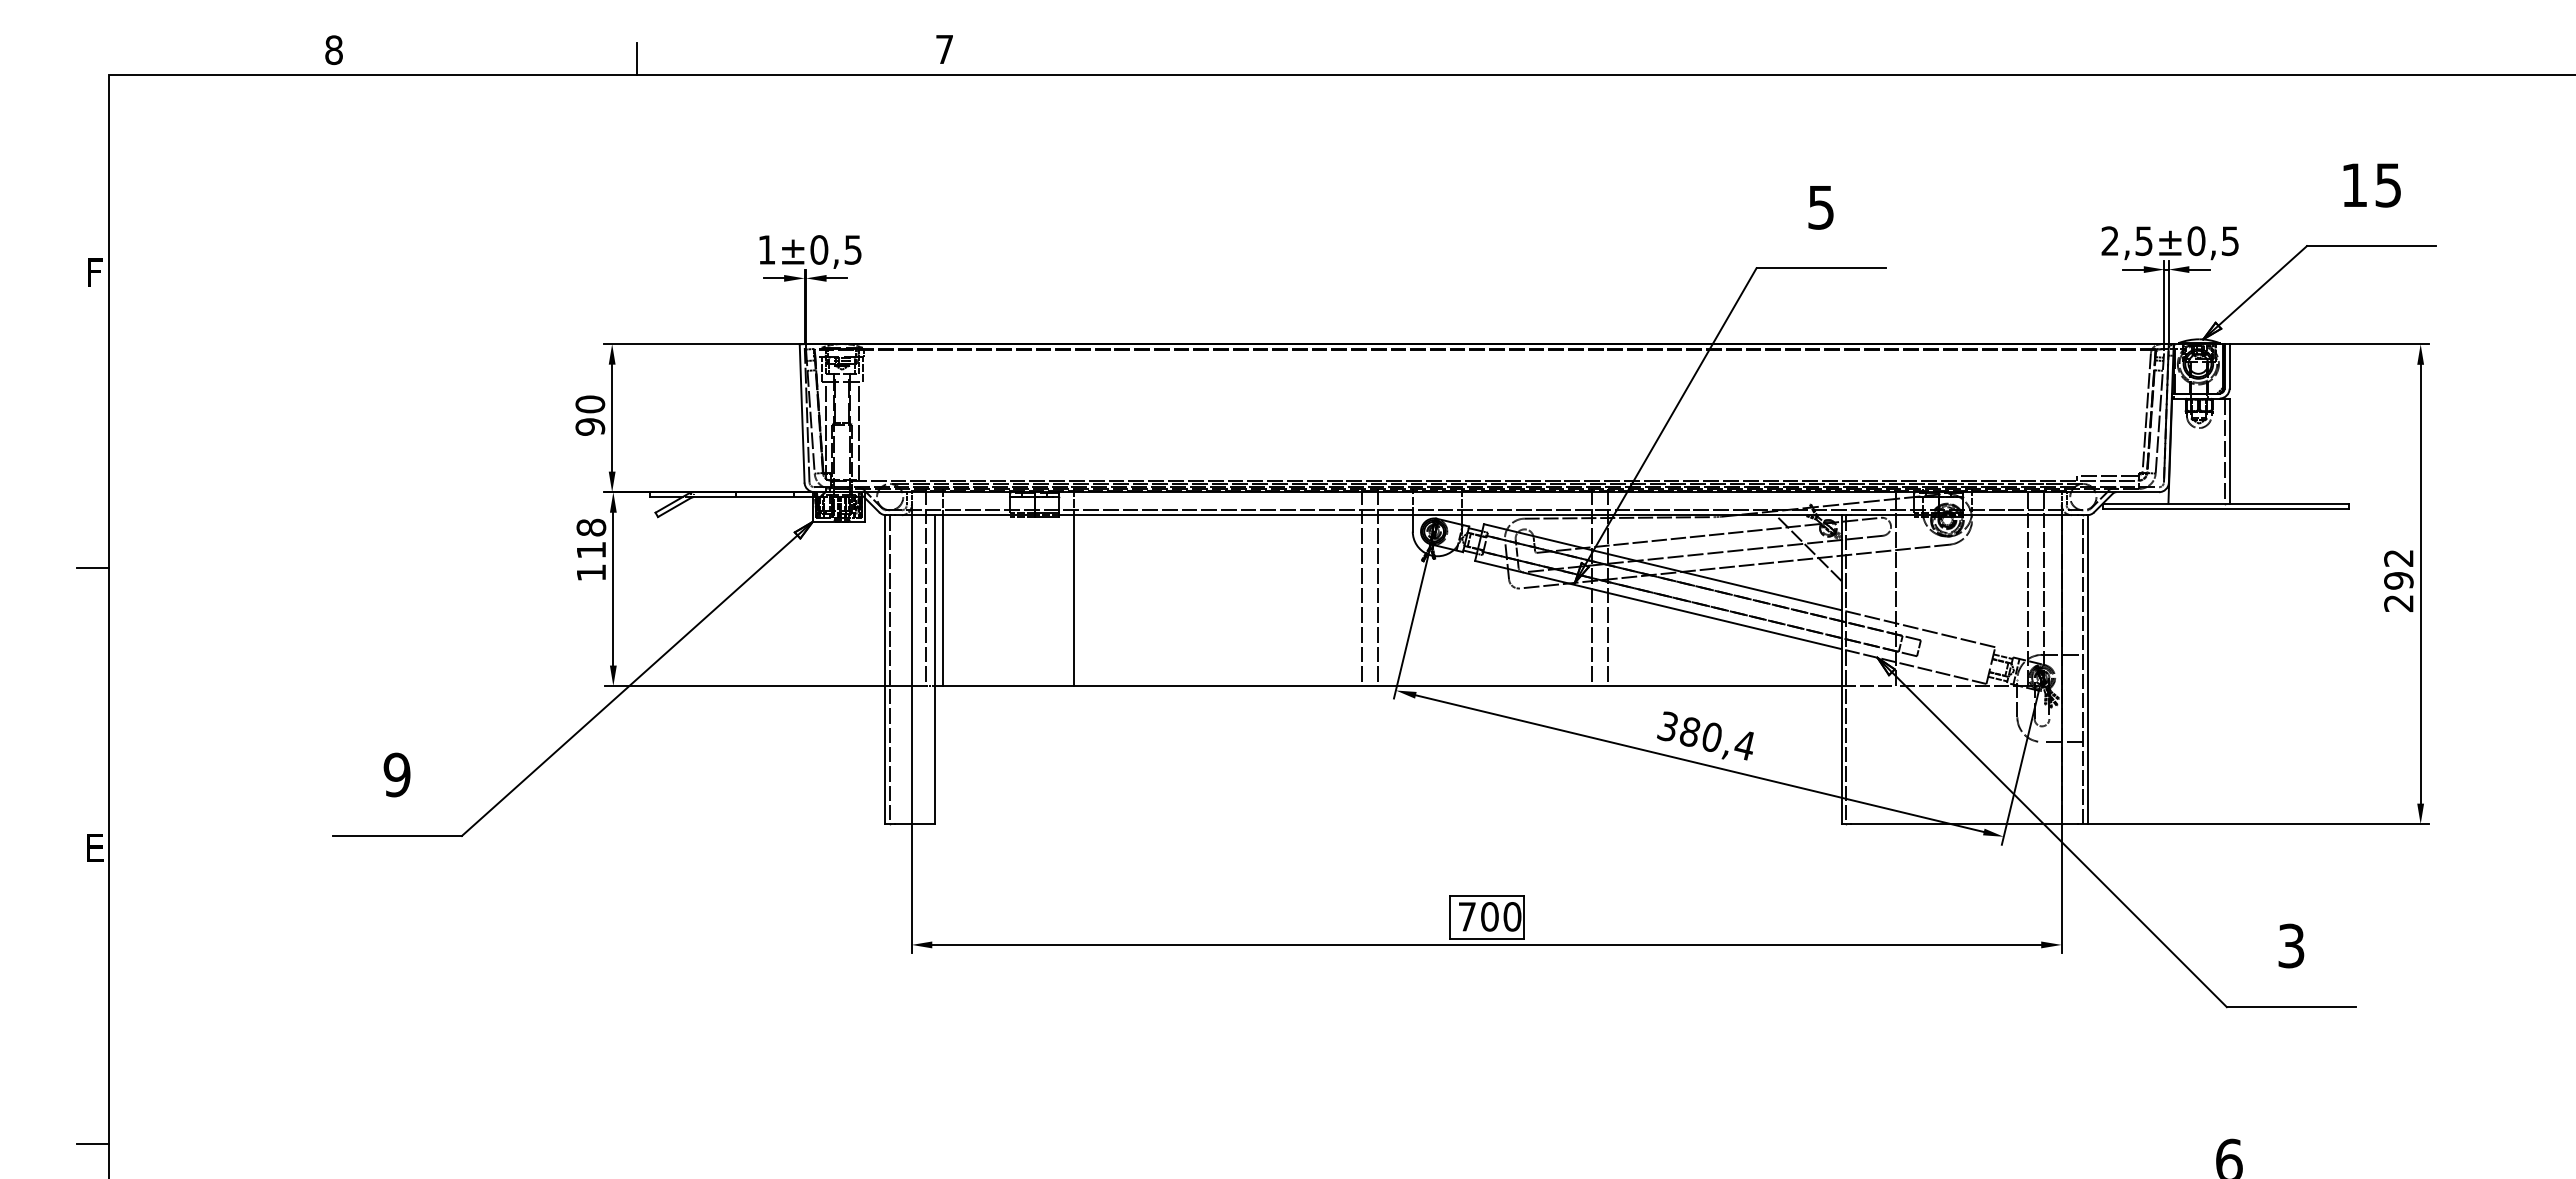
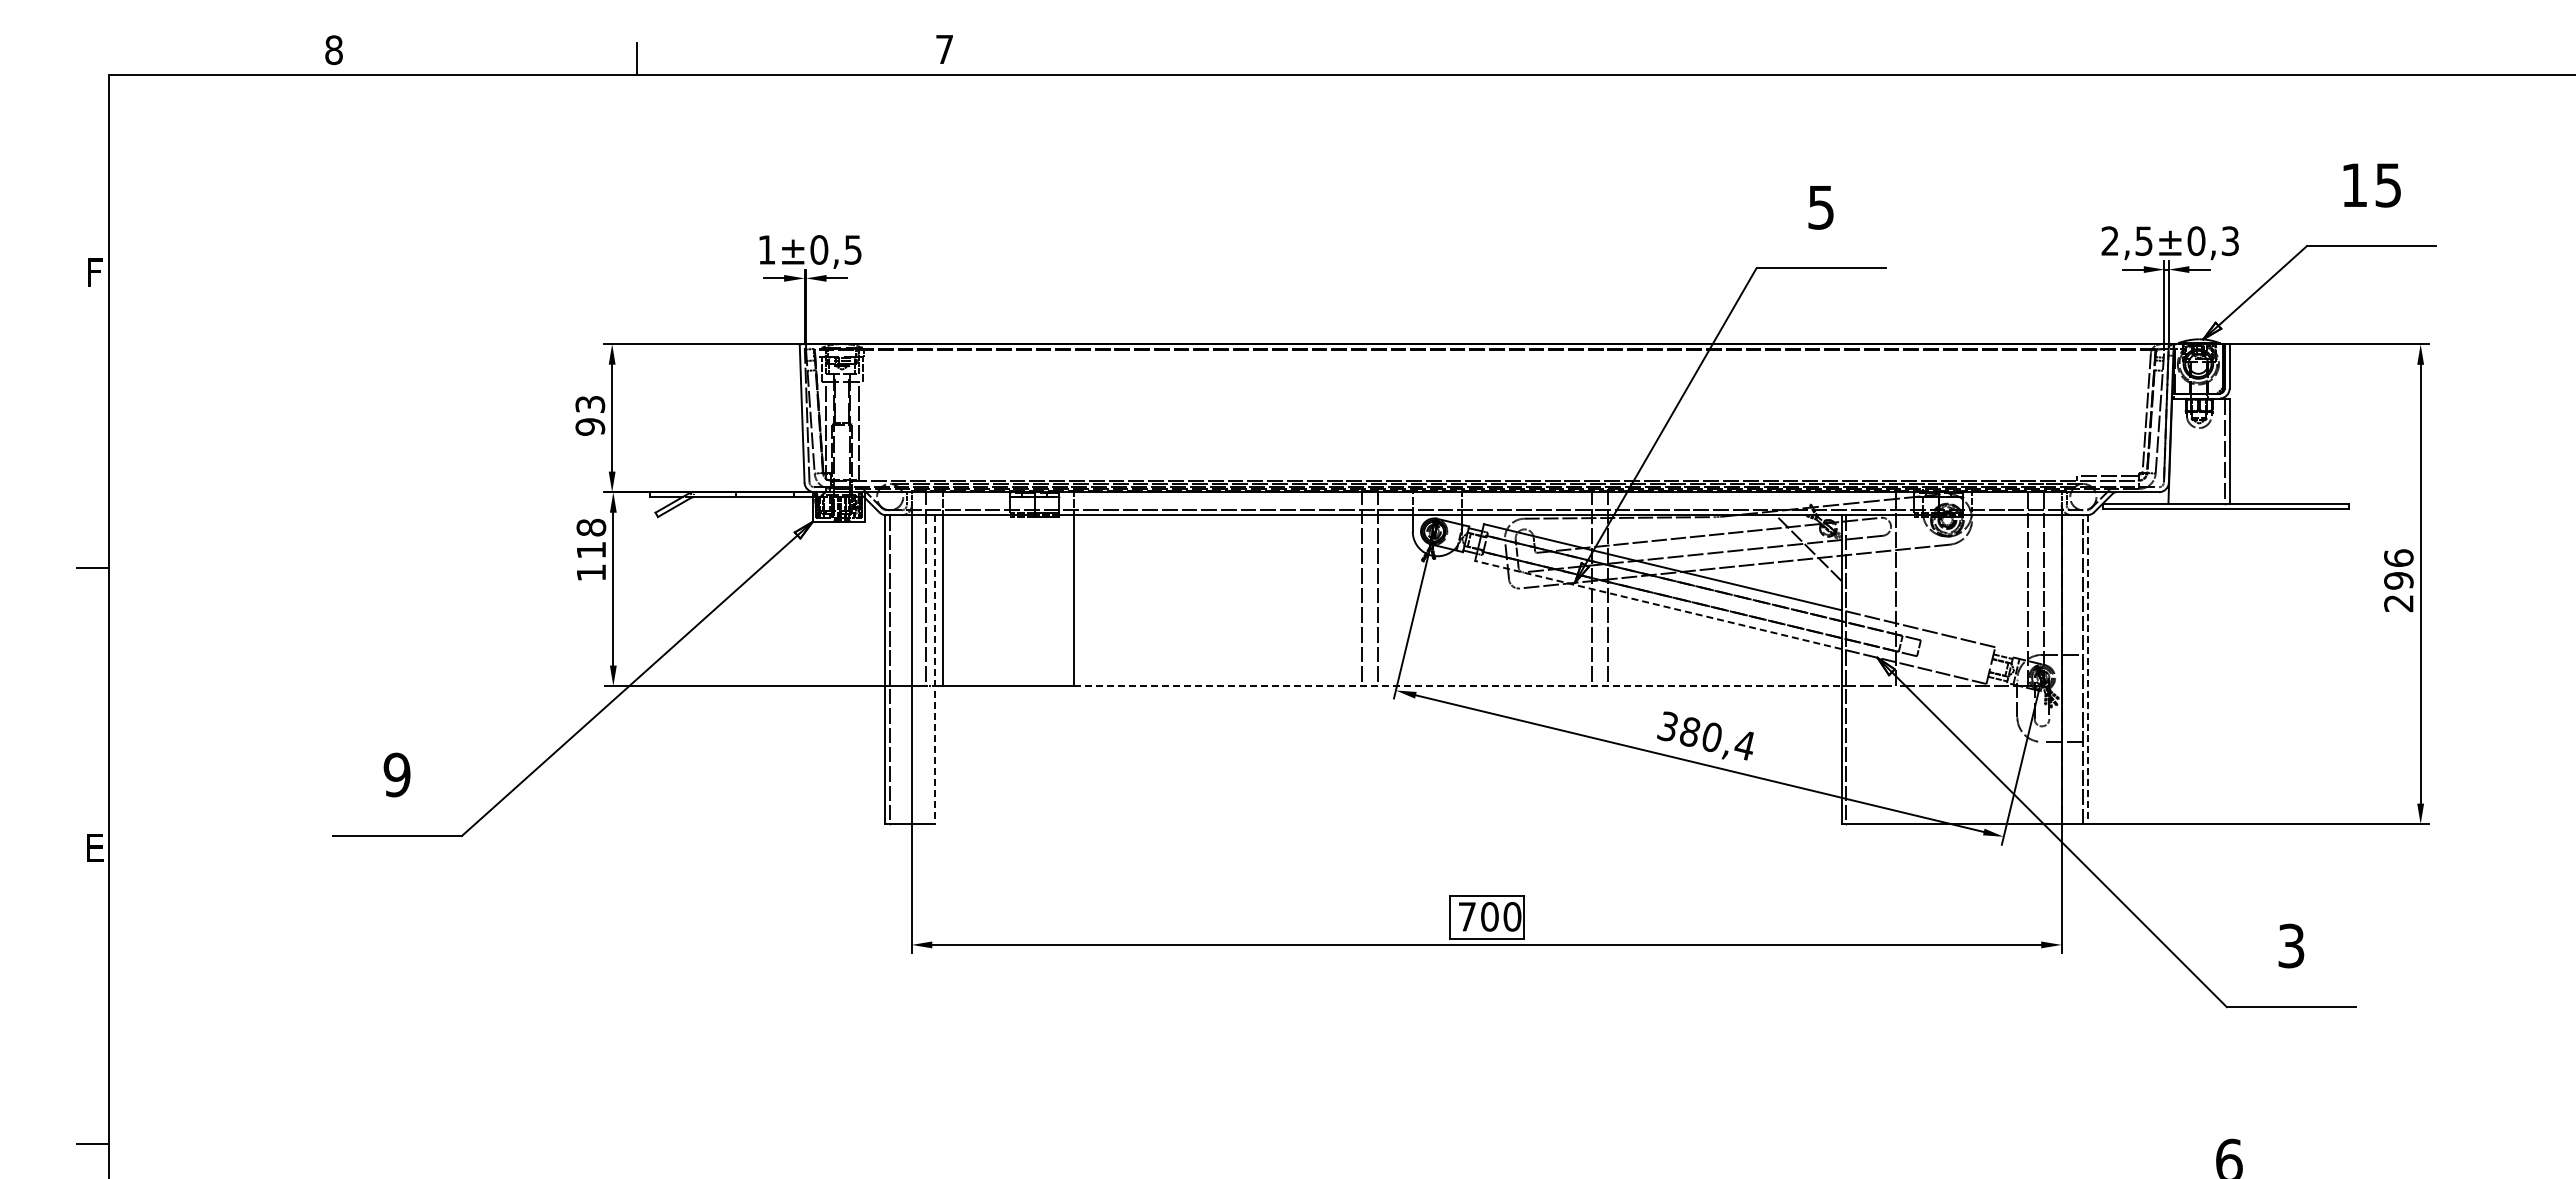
text at (2230, 240): ±0,5 -> ±0,3
text at (590, 404): 90 -> 93
text at (2398, 557): 292 -> 296
line at (1657, 604): solid -> dashed
line at (934, 670): solid -> dashed
line at (2088, 670): solid -> dashed
line at (1457, 686): solid -> dashed
